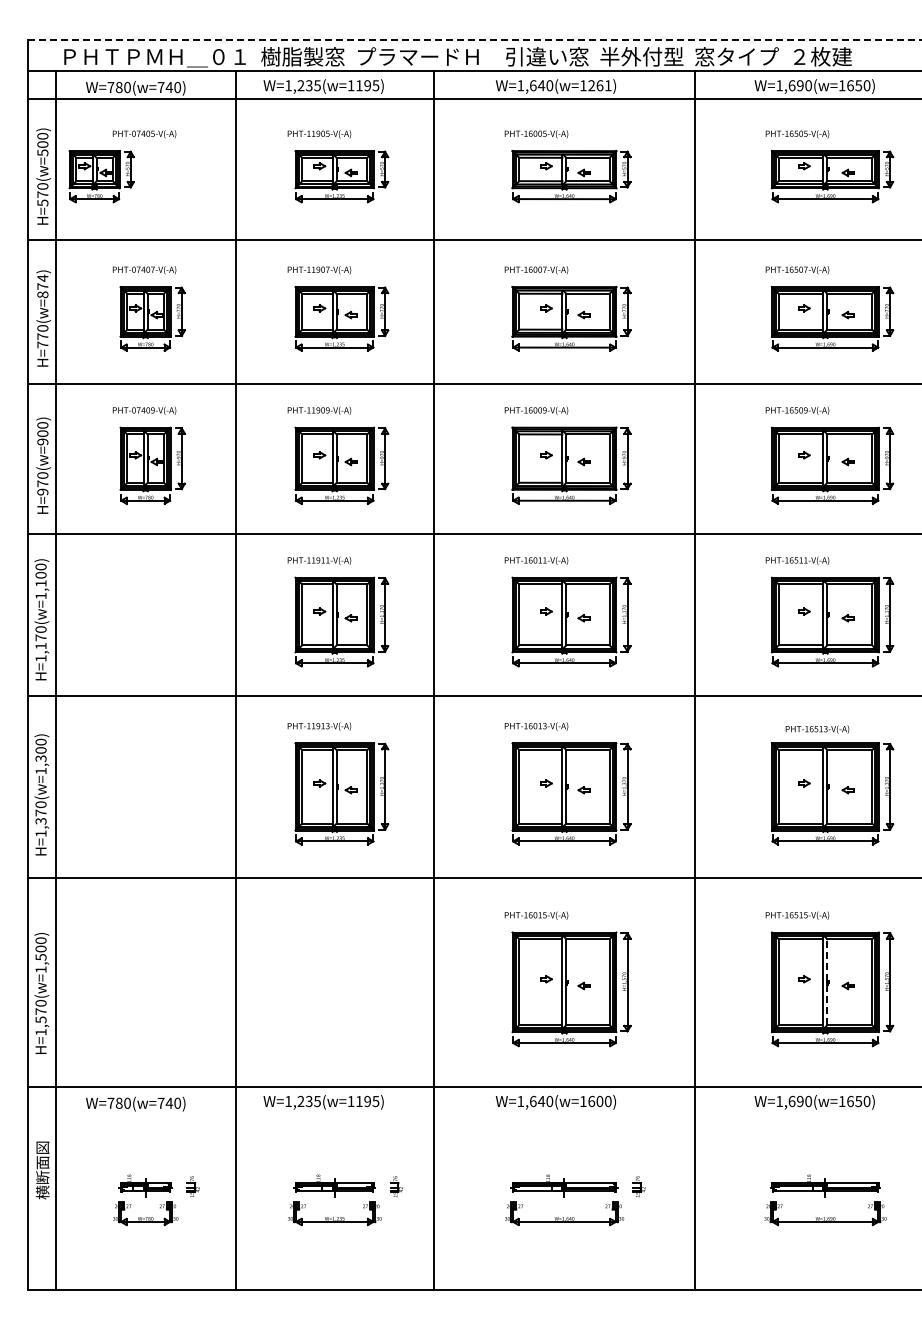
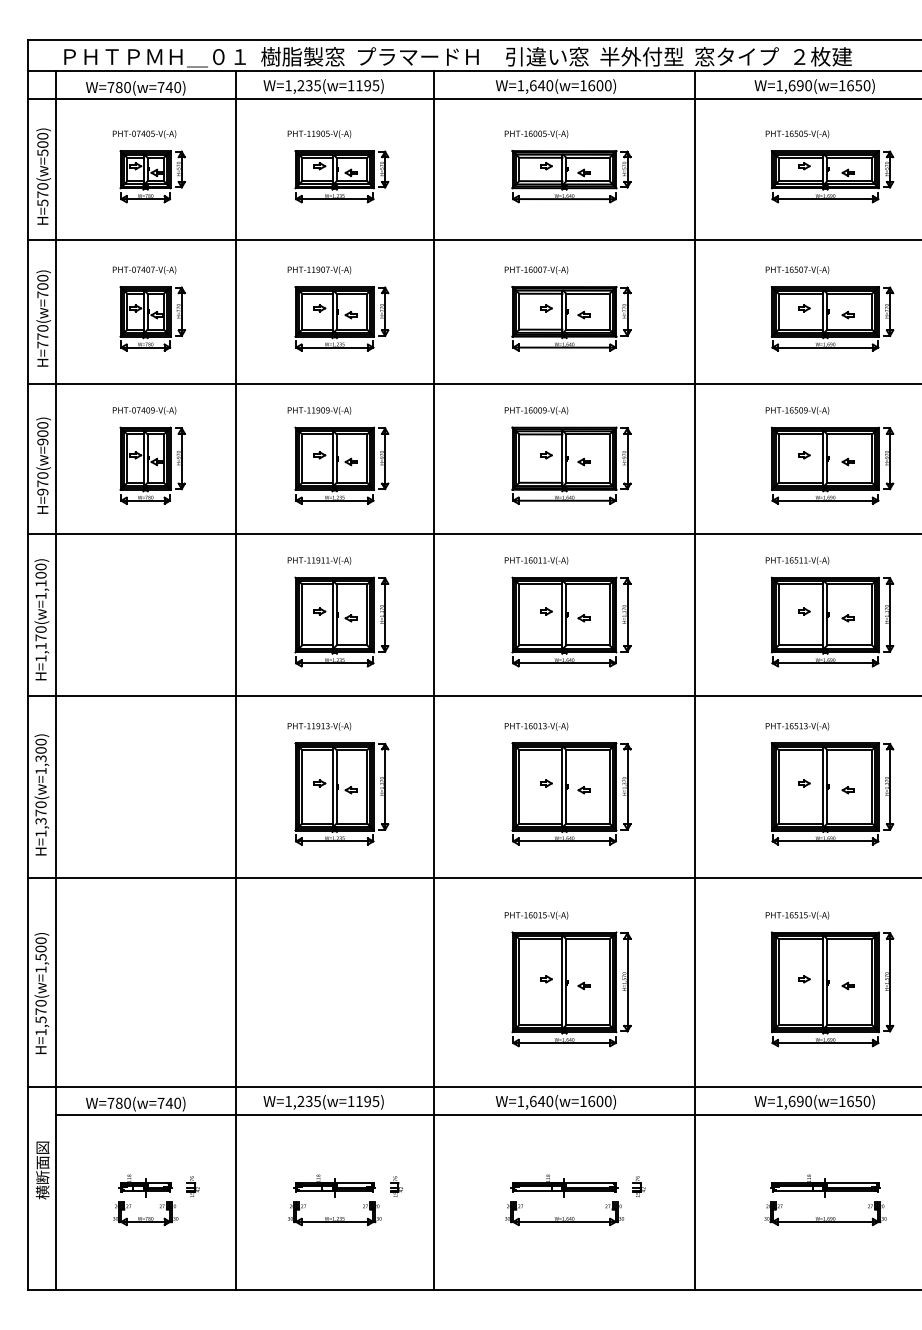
line at (474, 39): dashed -> solid
text at (599, 85): W=1,640(w=1261) -> W=1,640(w=1600)
part at (101, 176) position: (101, 176) -> (152, 176)
text at (42, 286): H=770(w=874) -> H=770(w=700)
text at (817, 729) position: (817, 729) -> (797, 726)
line at (827, 982): dashed -> solid
line at (486, 1115): none -> present
